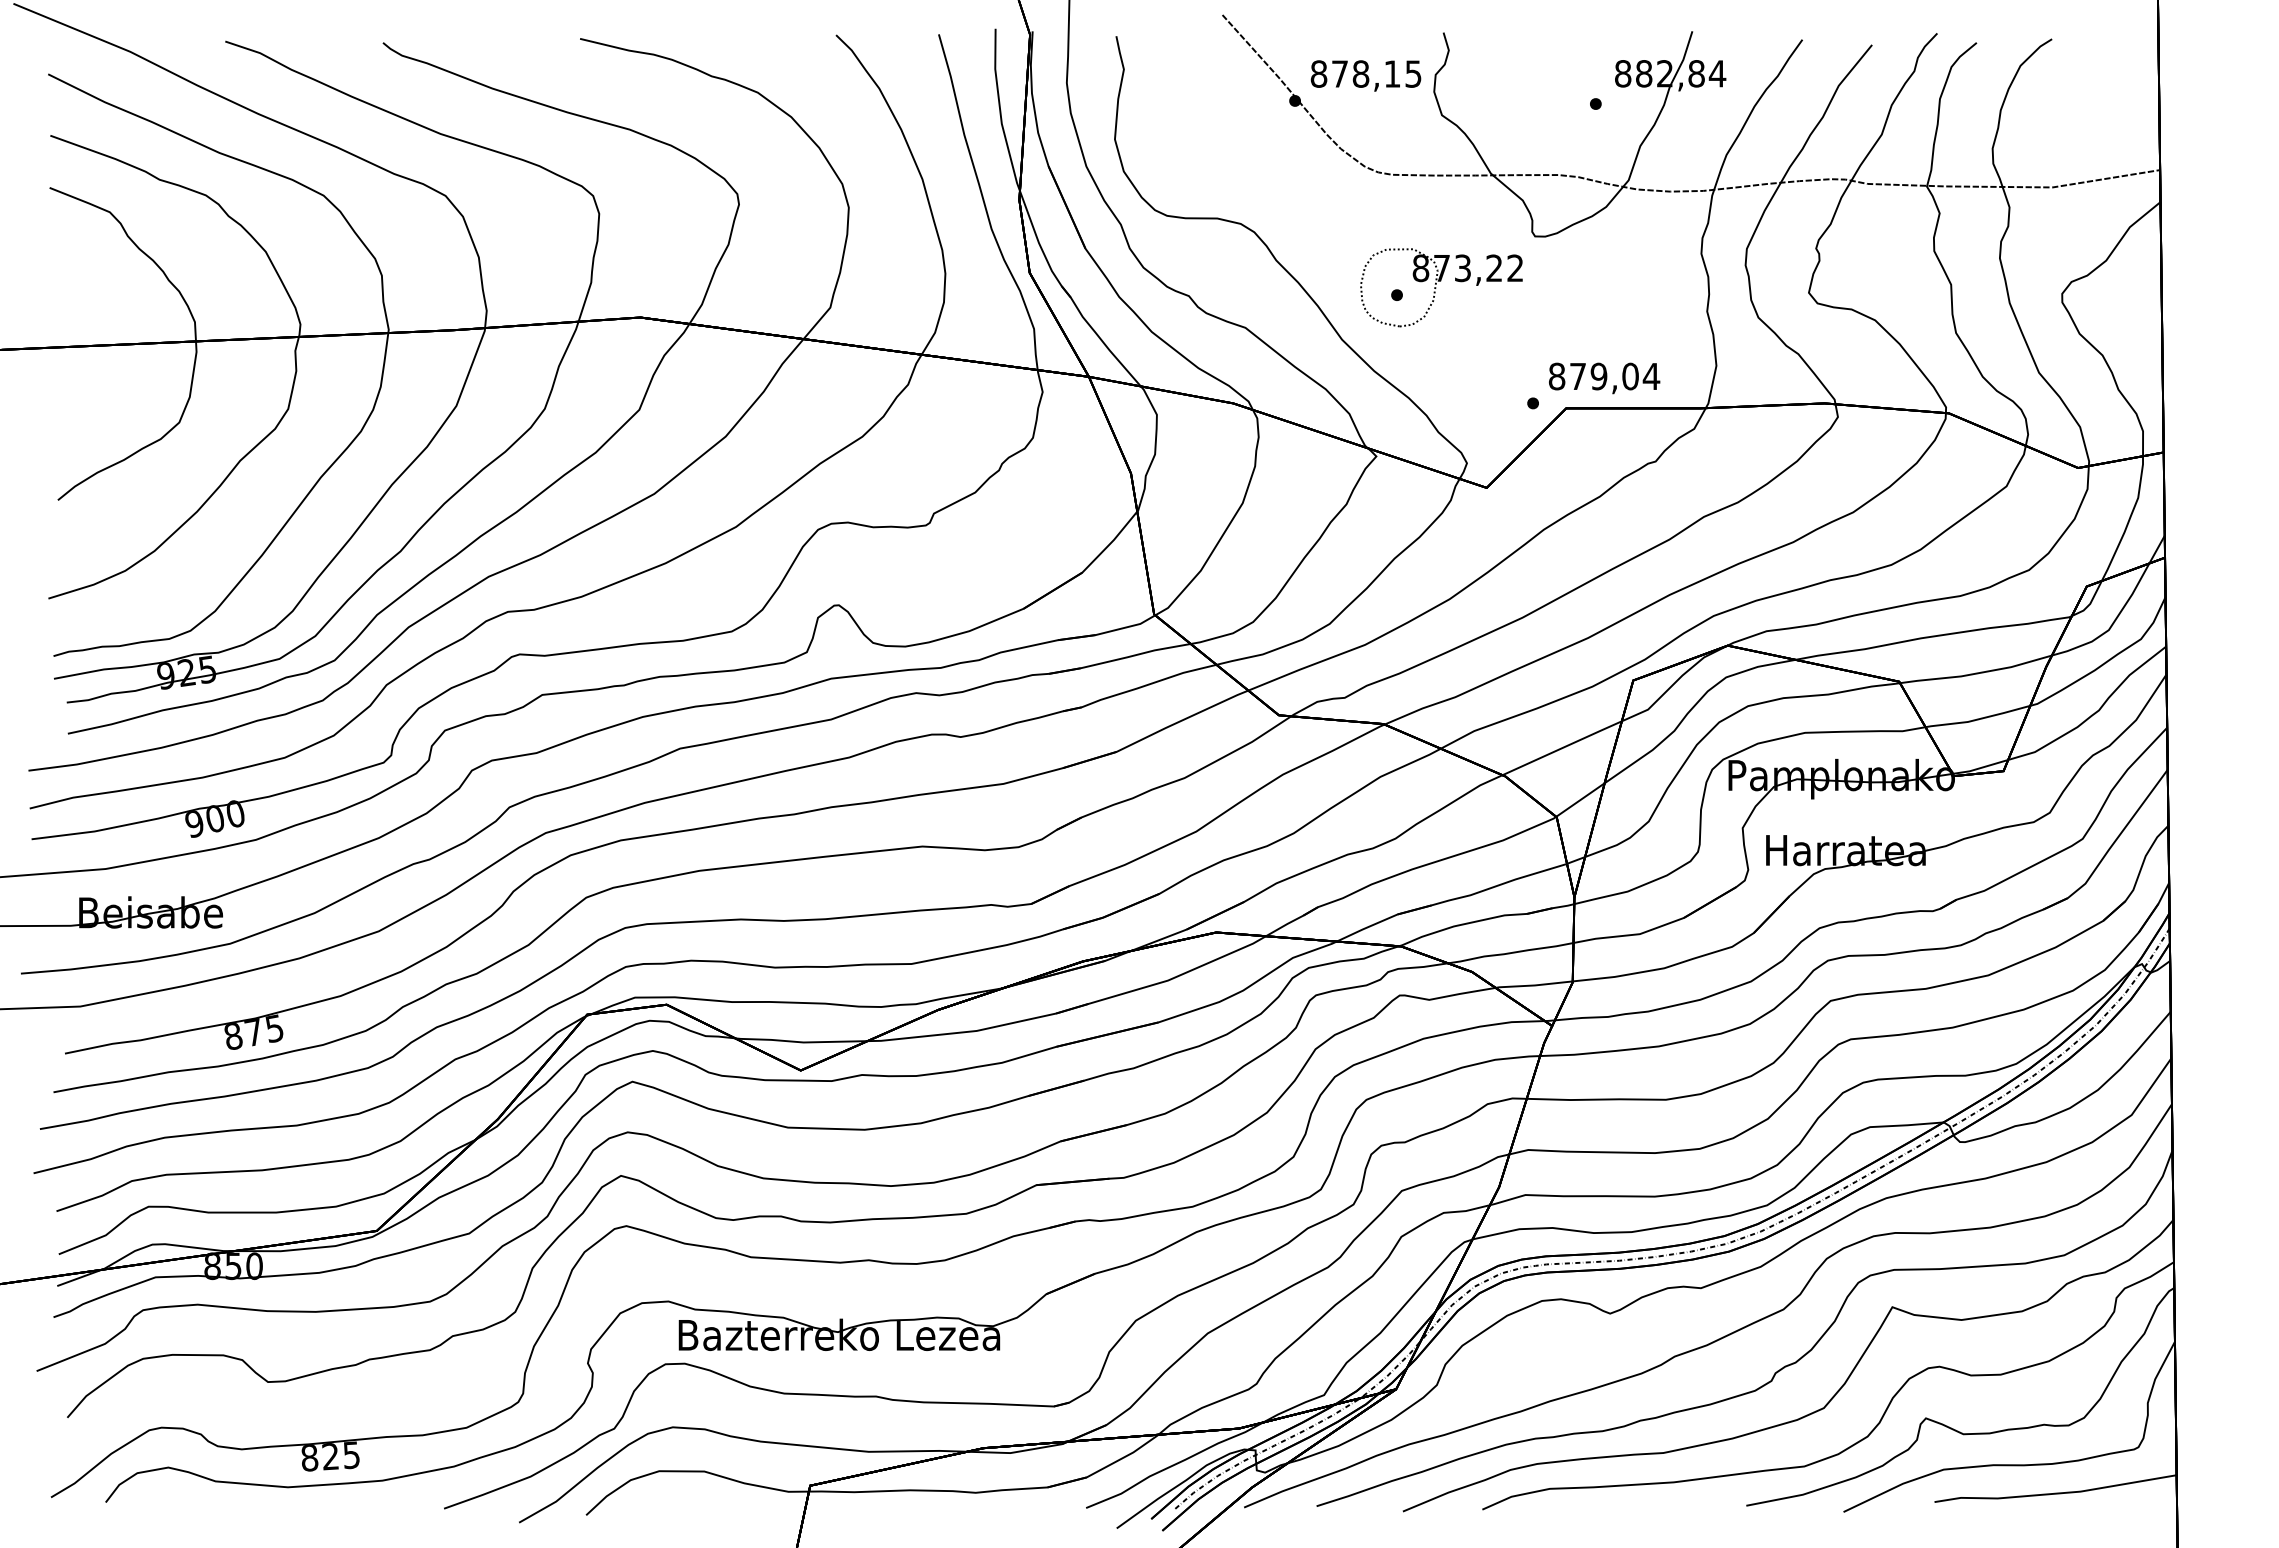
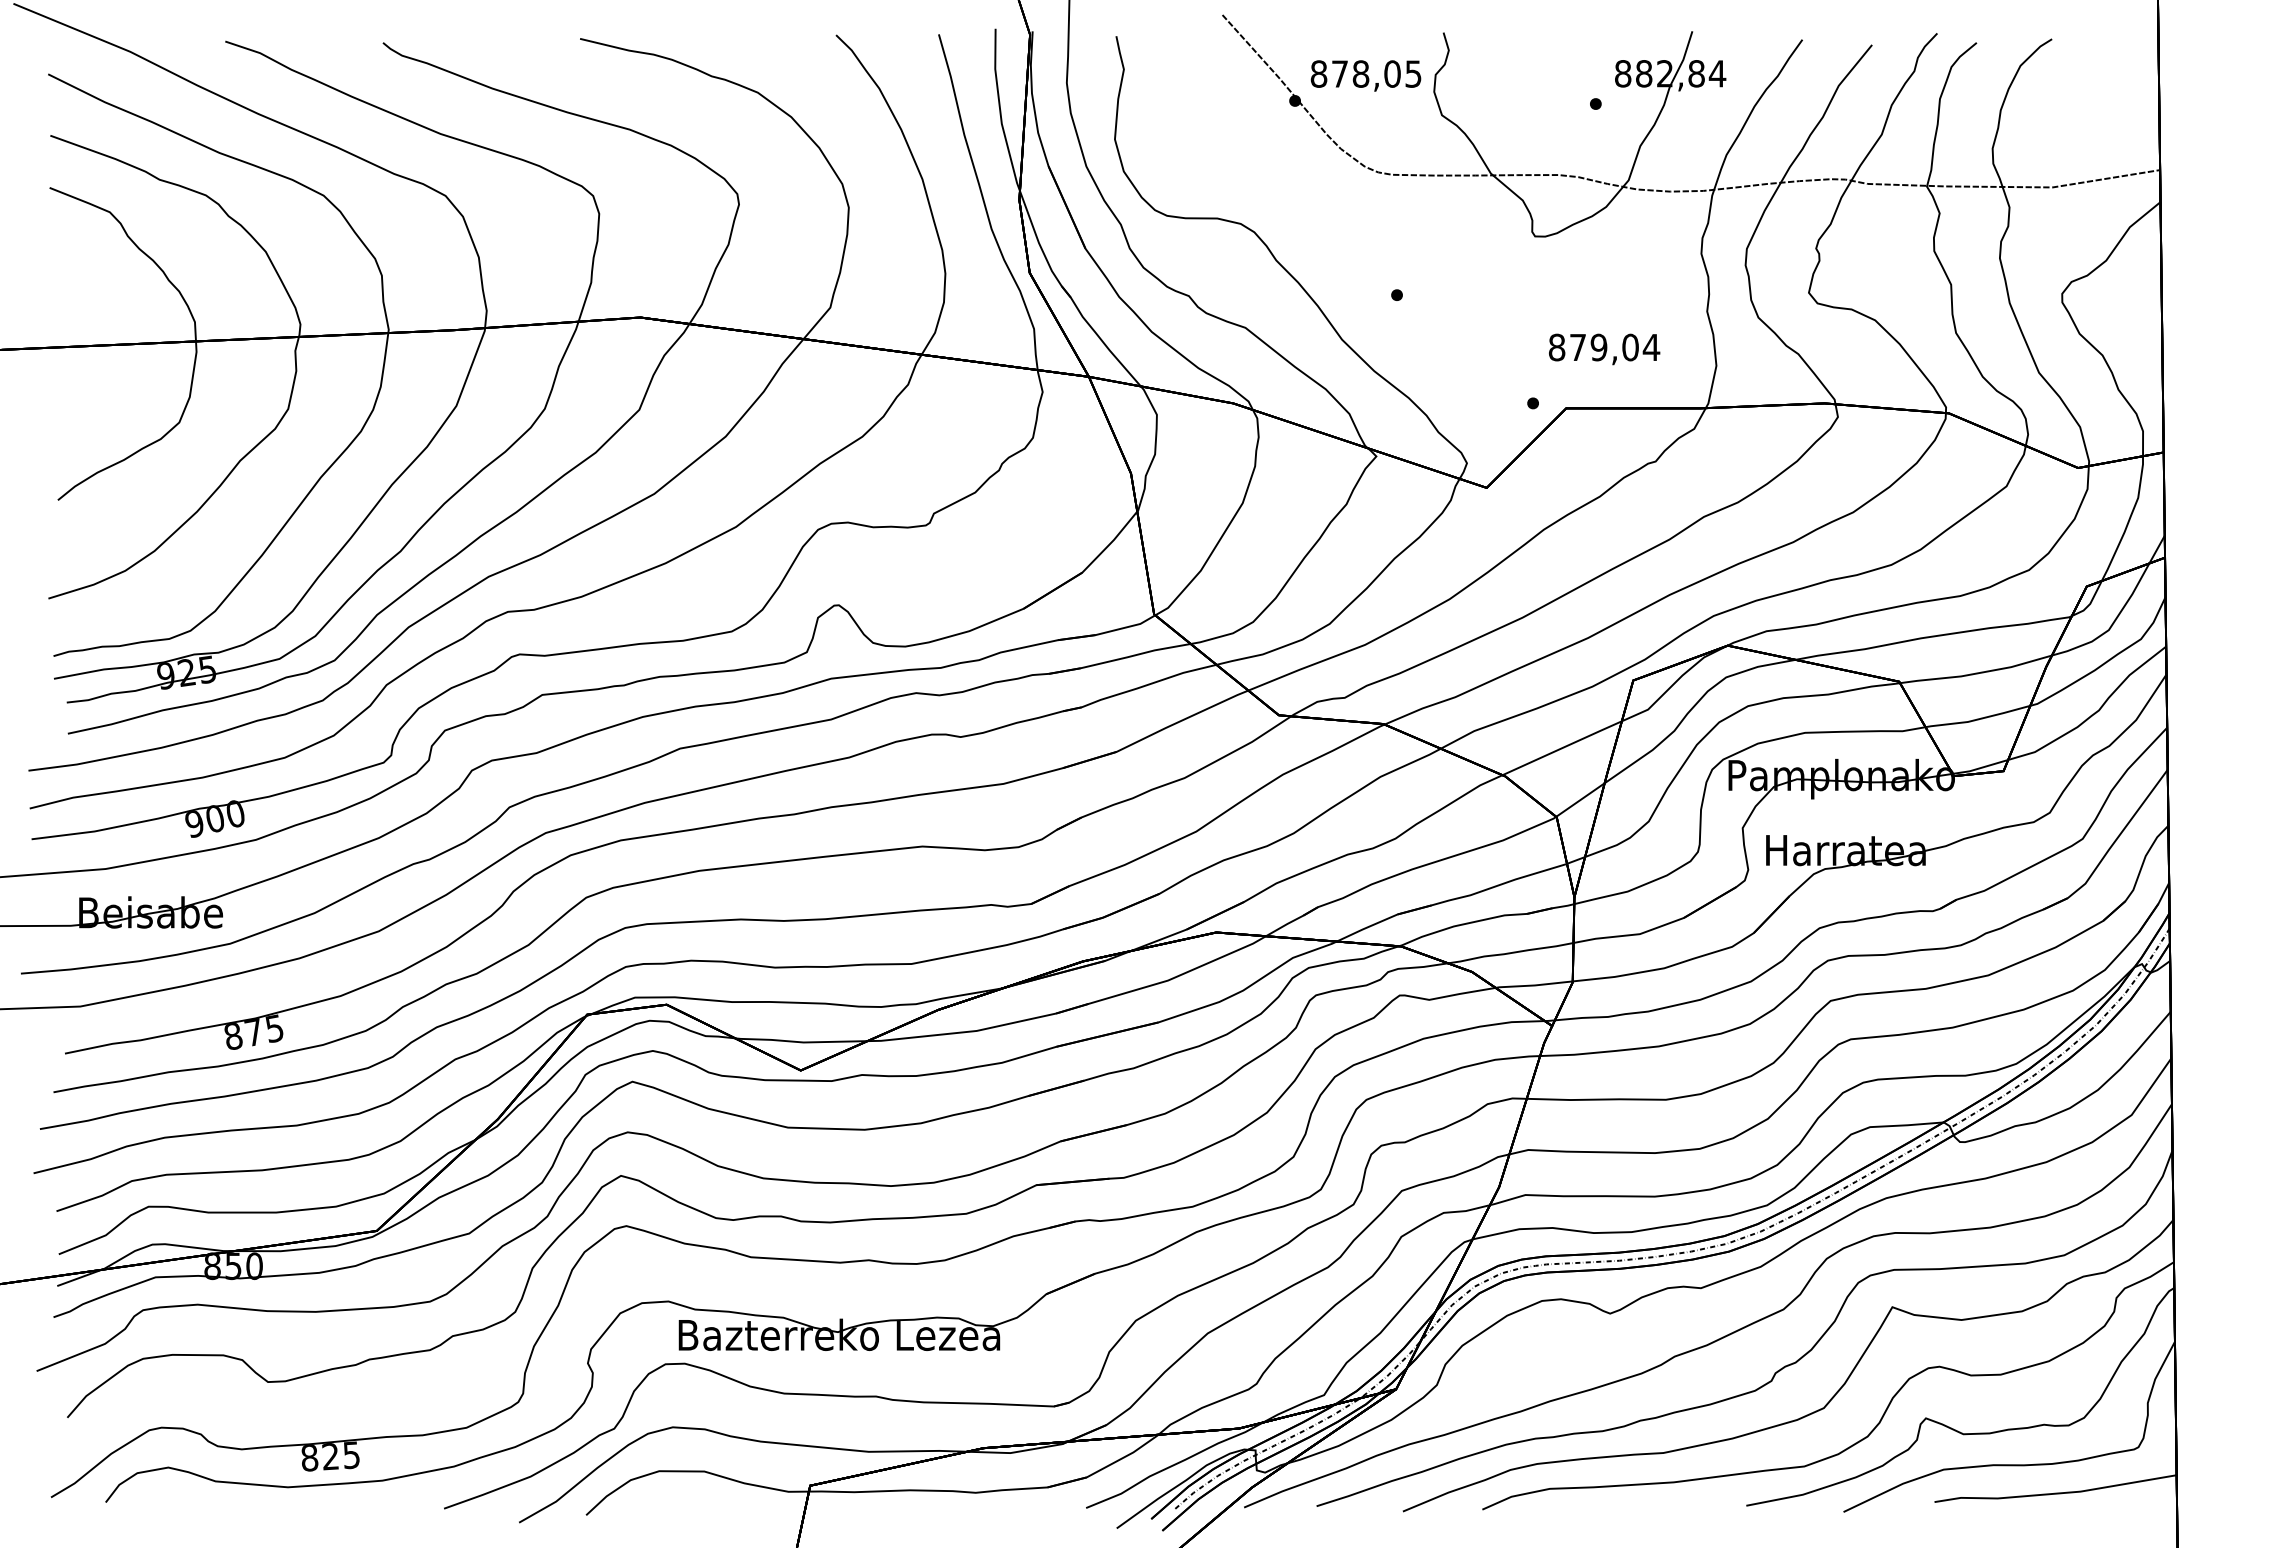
text at (1392, 73): 878,15 -> 878,05
part at (1441, 287): present -> none
text at (1604, 378) position: (1604, 378) -> (1604, 349)
